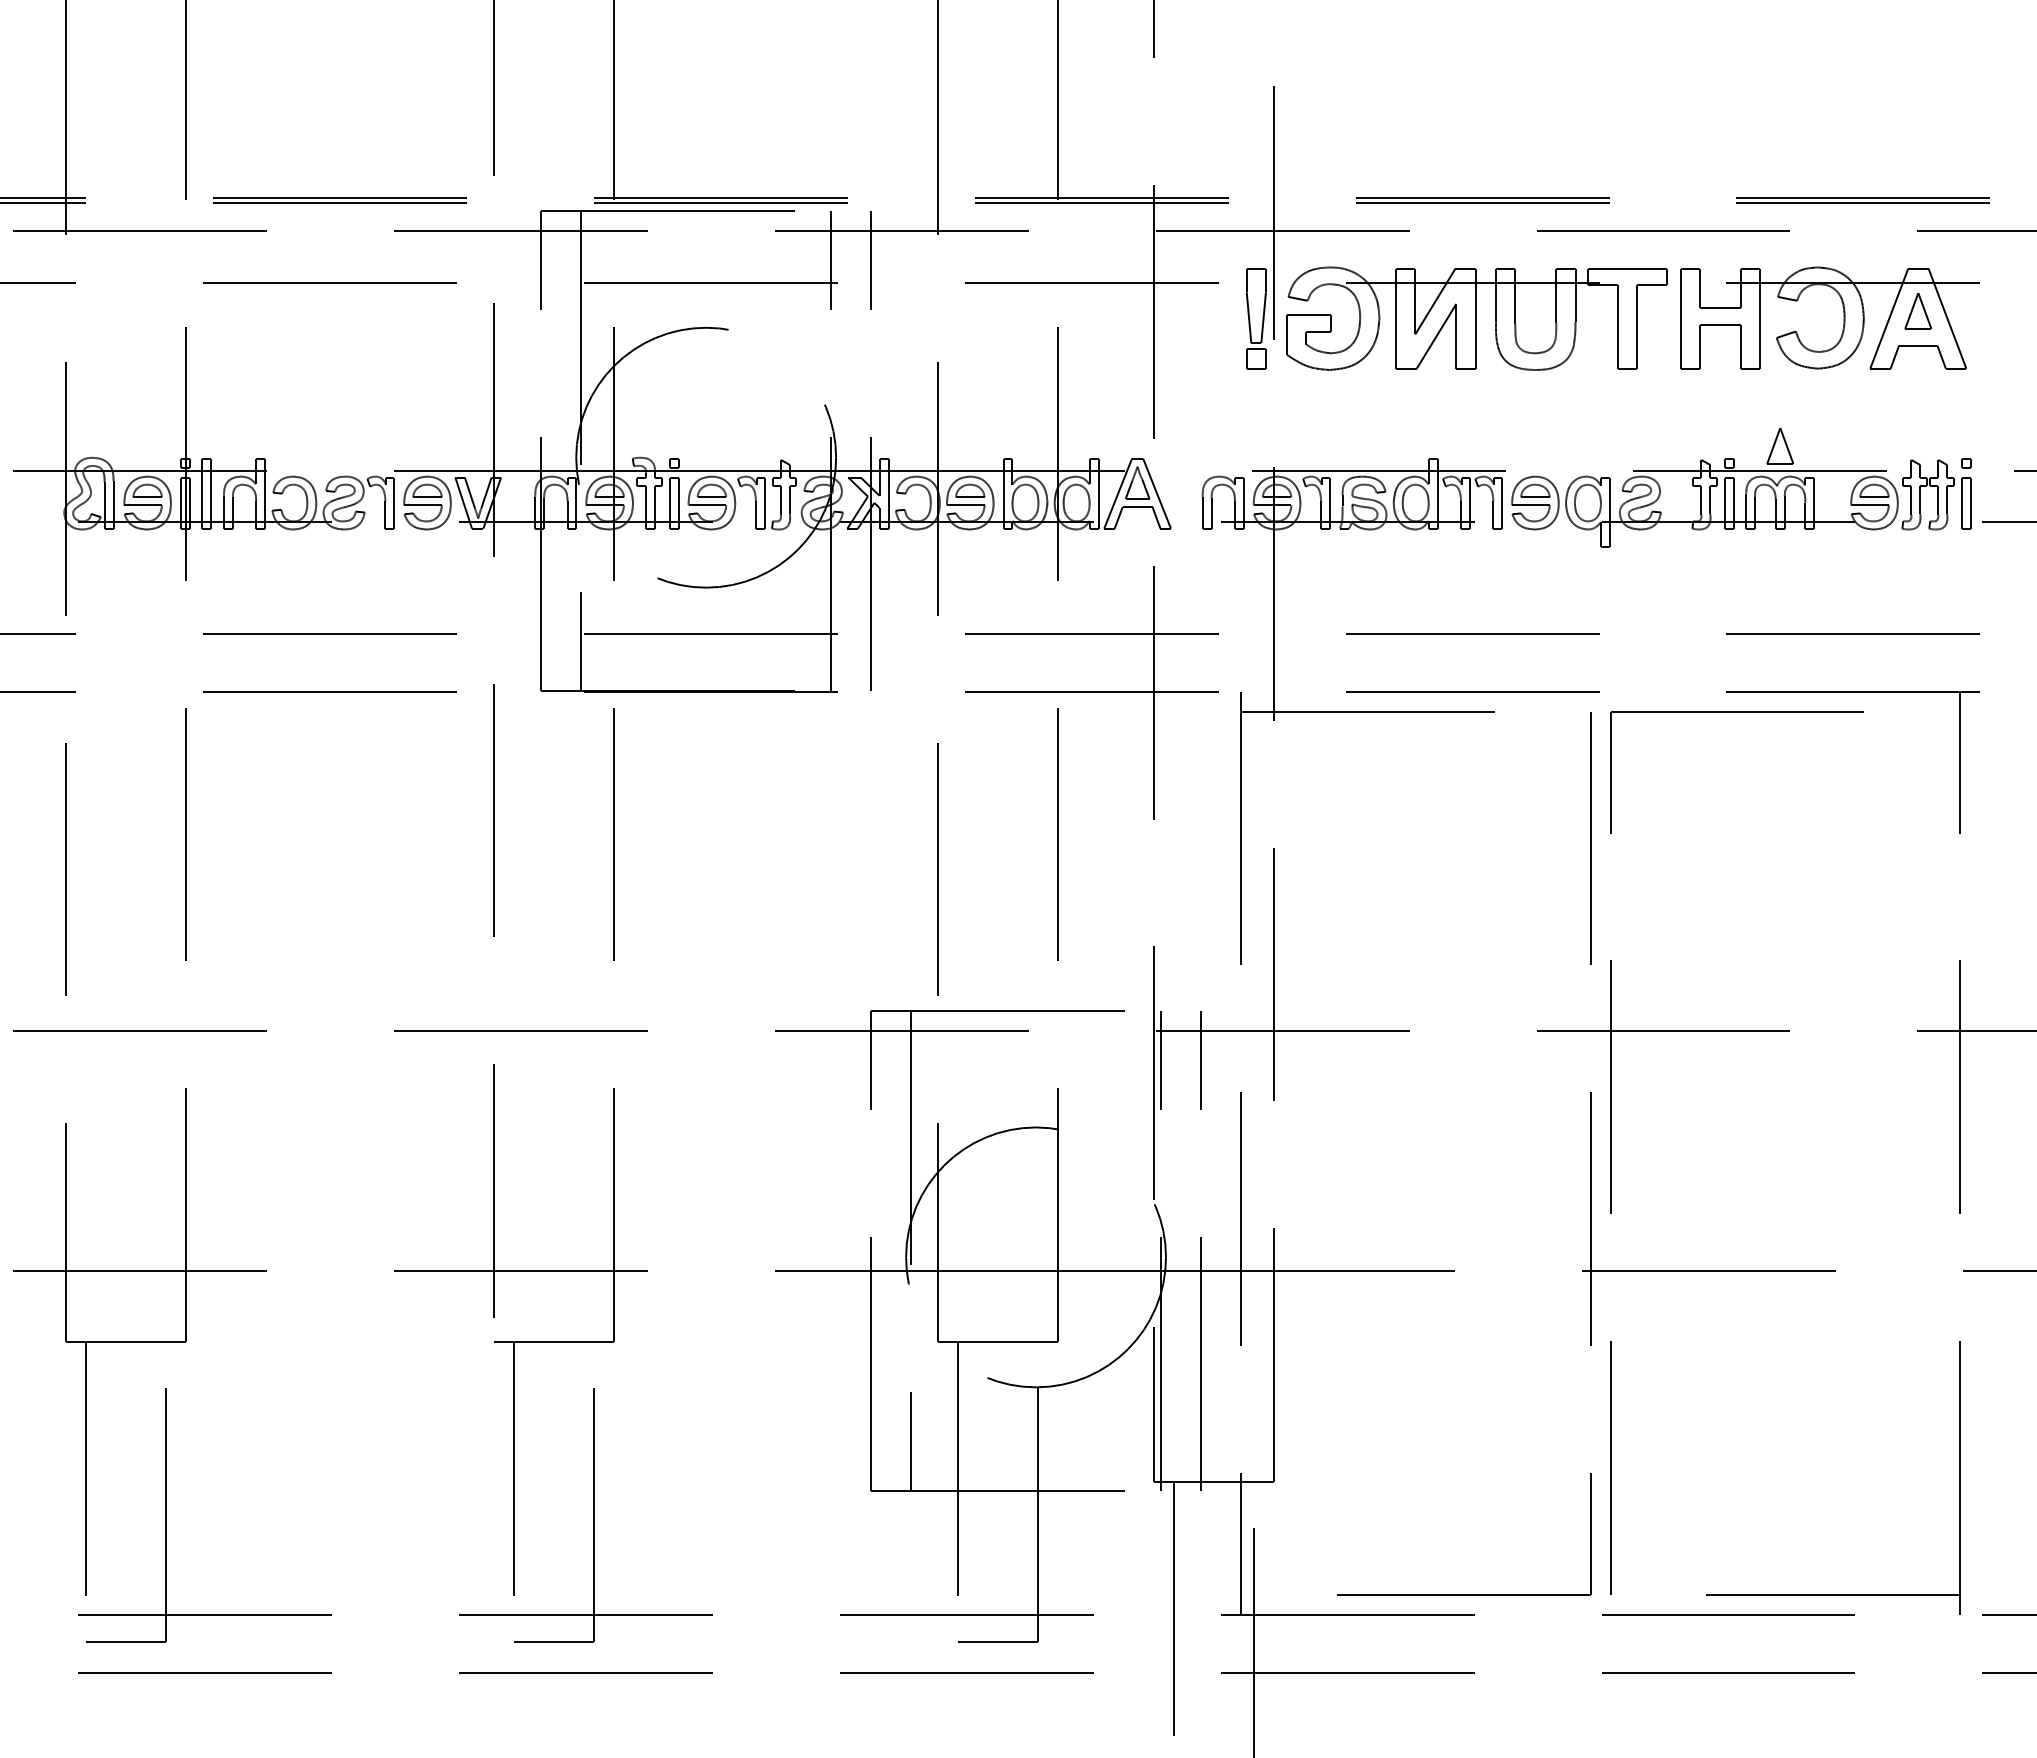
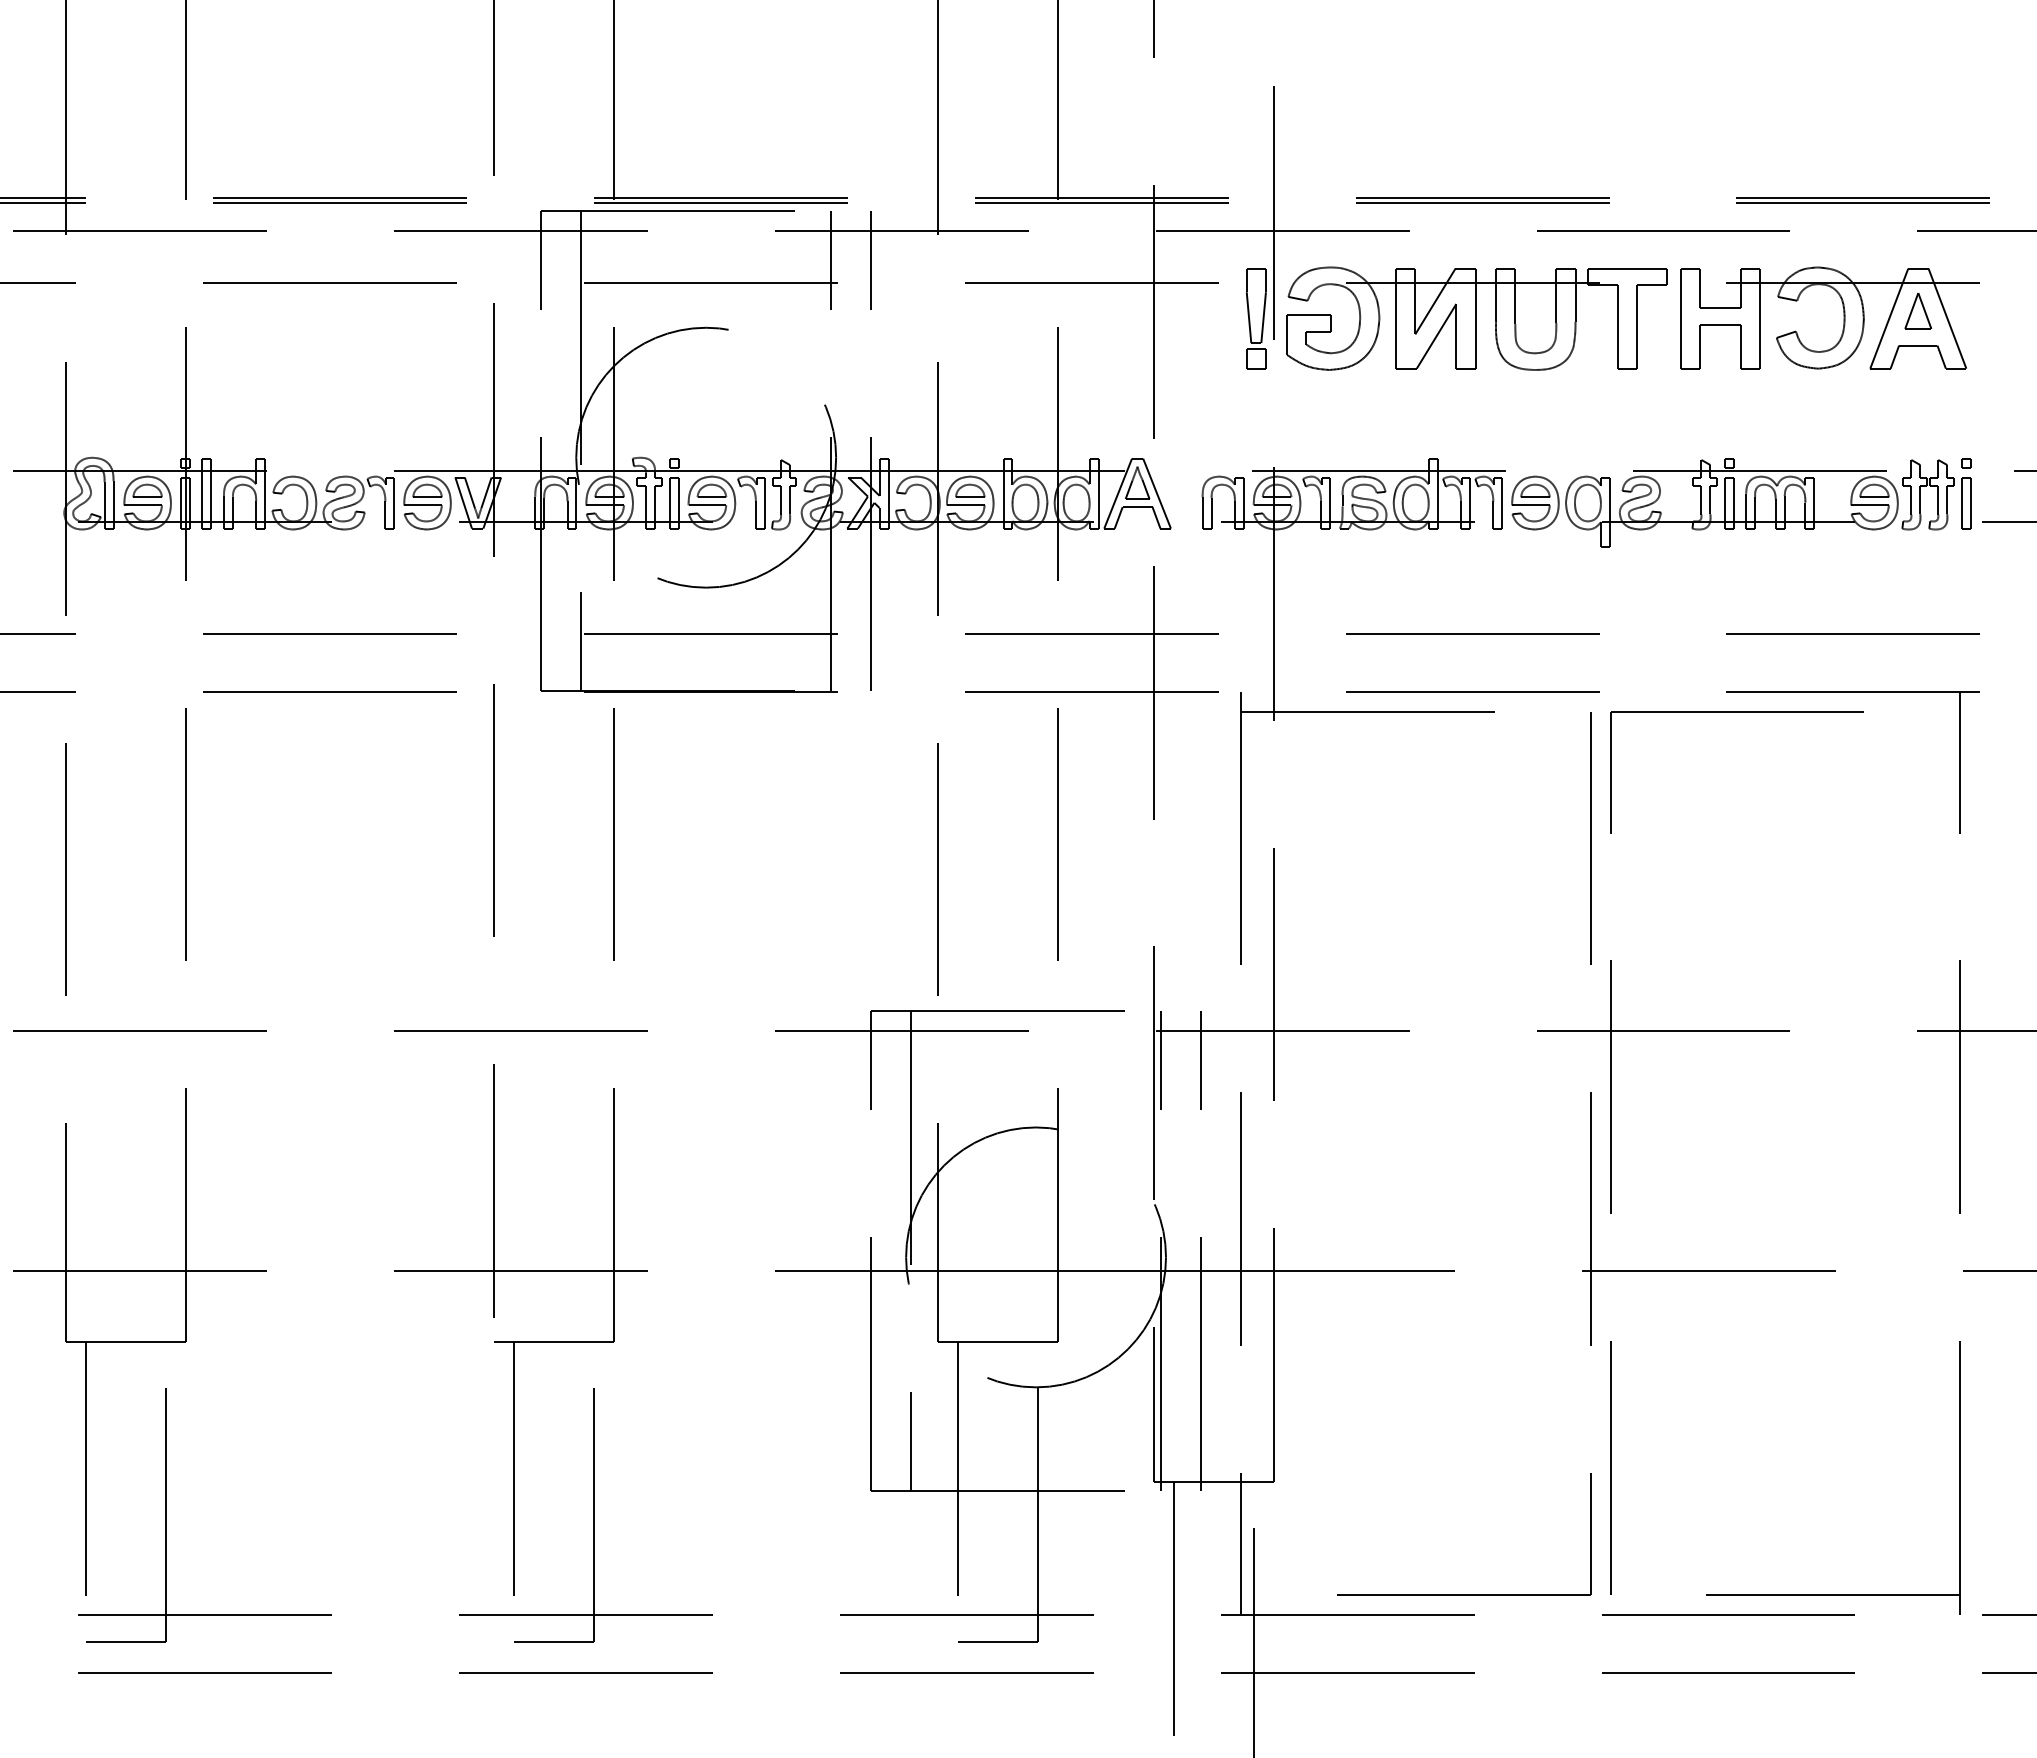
part at (1780, 446): present -> none
